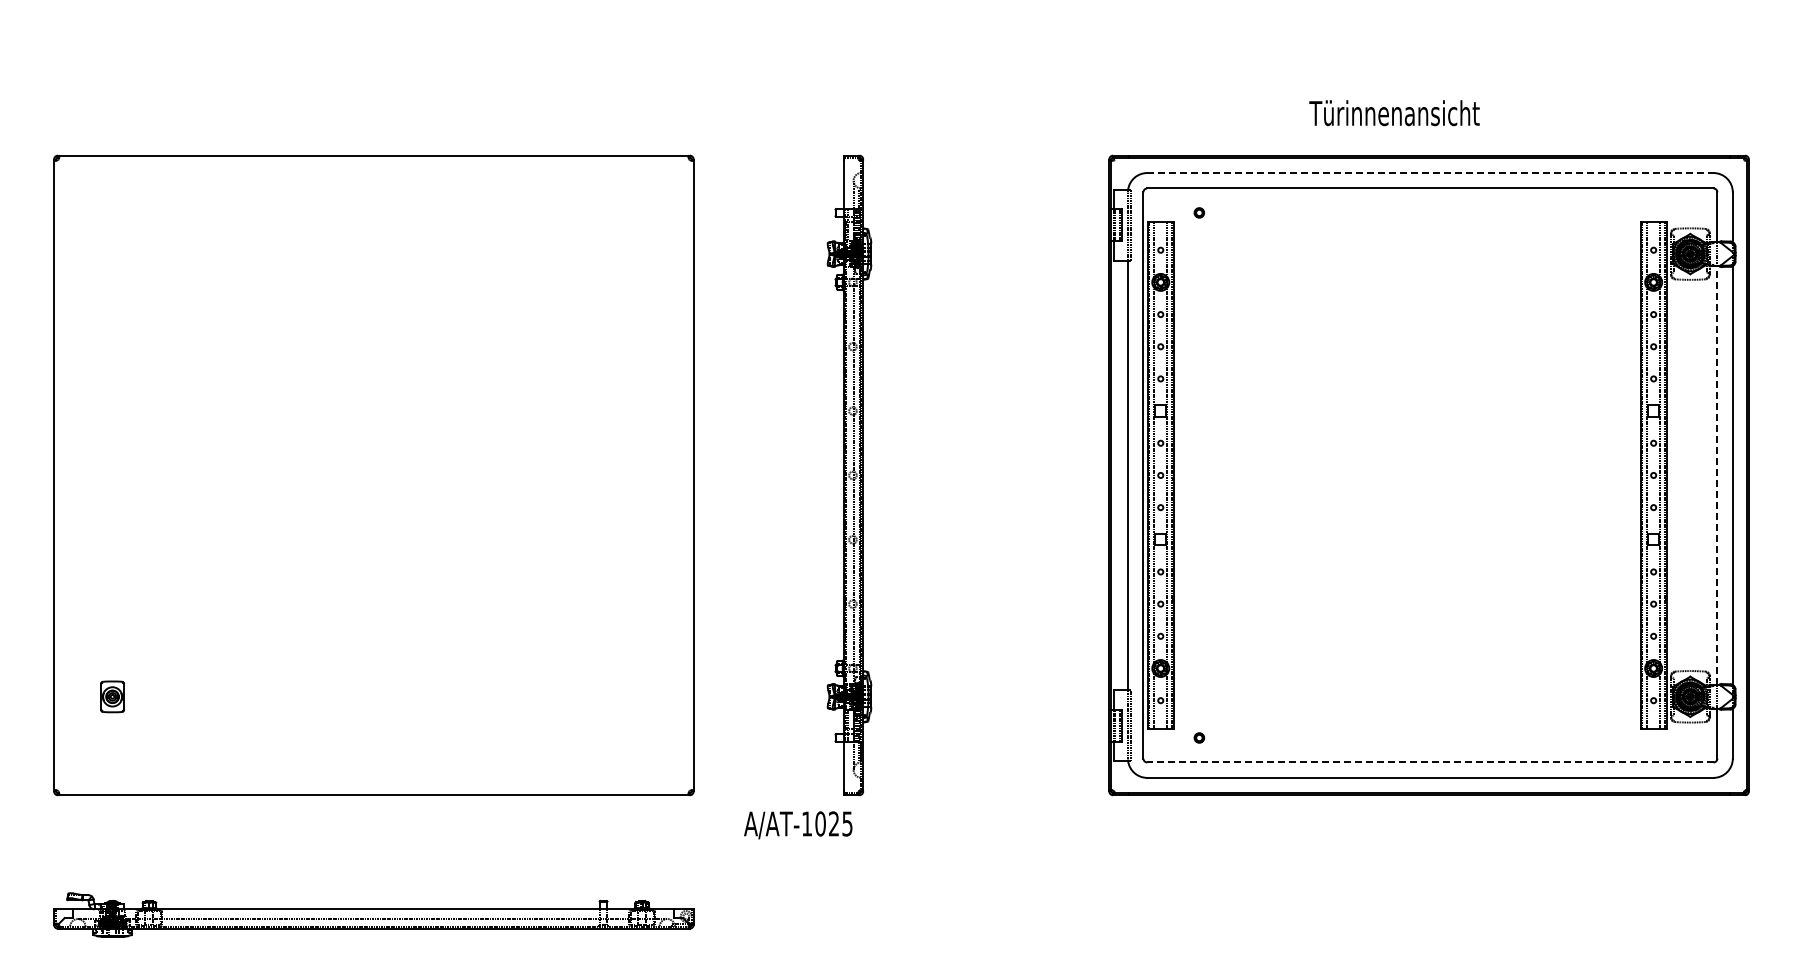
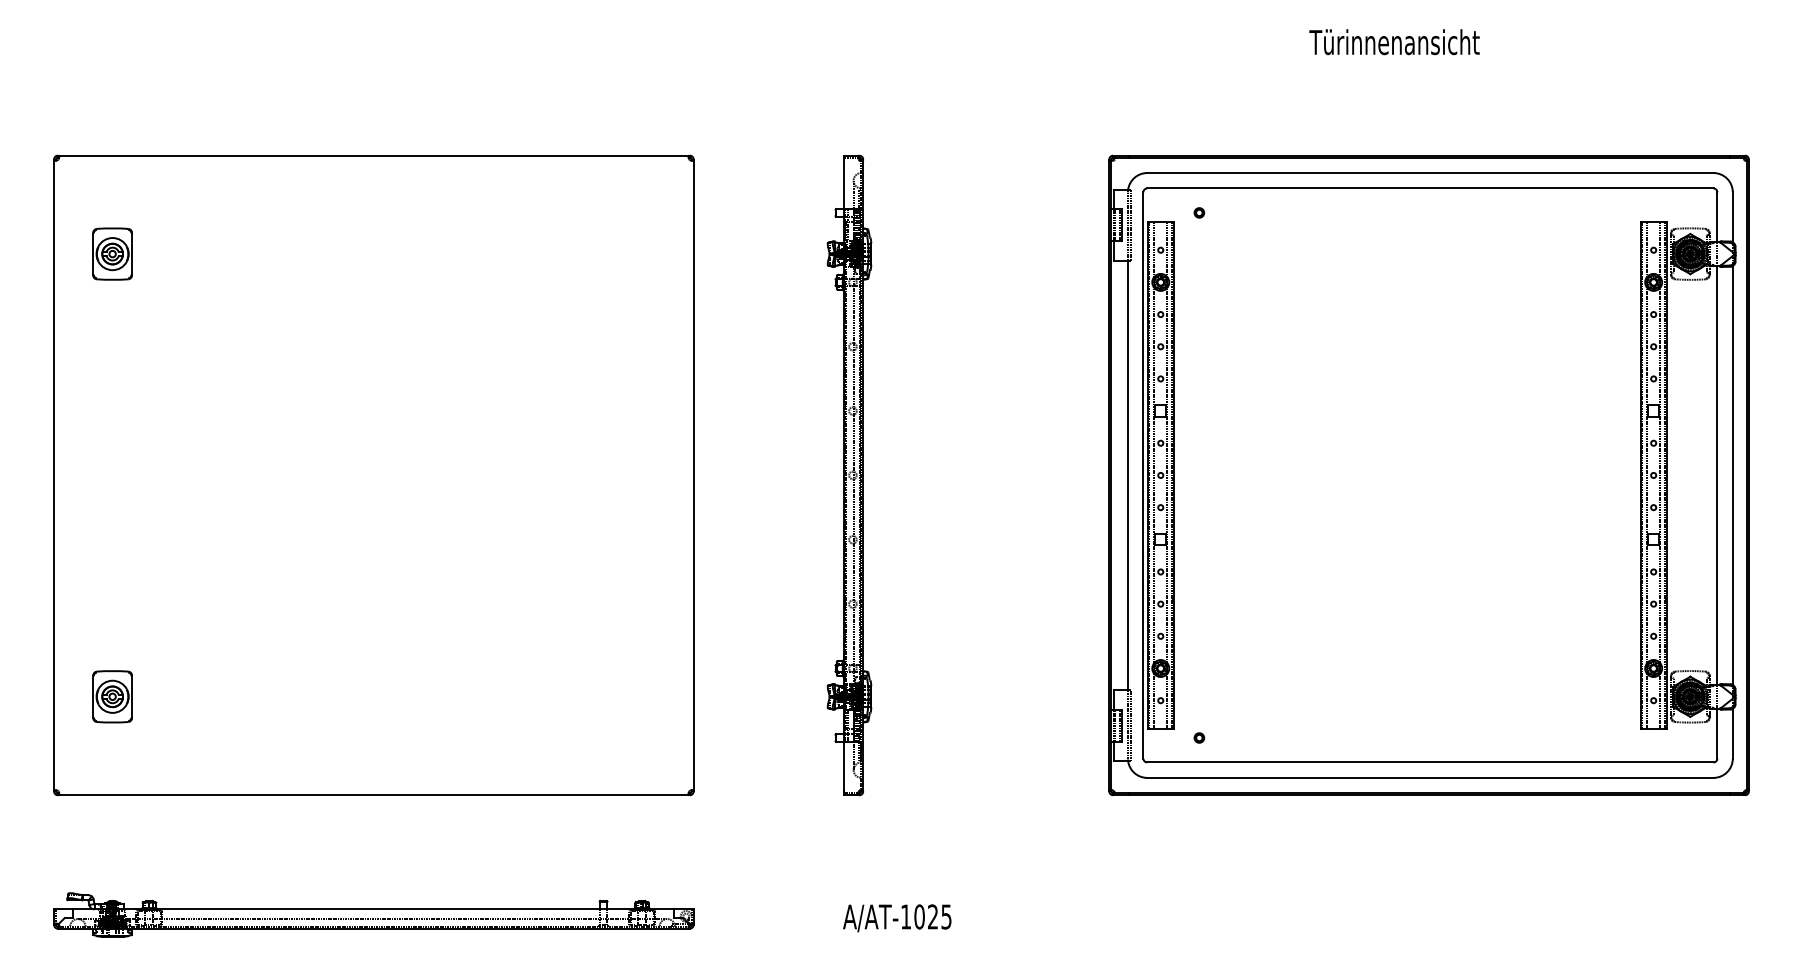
text at (1394, 113) position: (1394, 113) -> (1394, 42)
line at (1430, 173): dashed -> solid
part at (112, 253): none -> present
line at (1717, 475): dashed -> solid
part at (112, 696) size: 25x34 px -> 41x54 px
line at (1429, 762): dashed -> solid
text at (798, 825) position: (798, 825) -> (897, 918)
